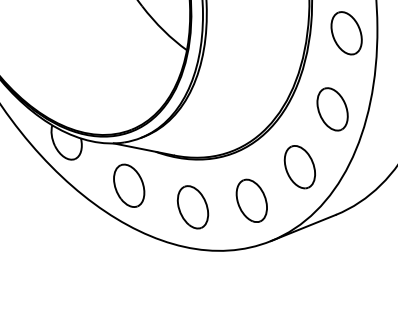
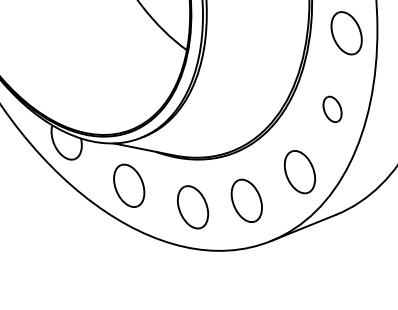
part at (332, 109) size: 33x45 px -> 21x28 px
part at (299, 167) position: (299, 167) -> (299, 172)
part at (251, 200) position: (251, 200) -> (246, 200)
